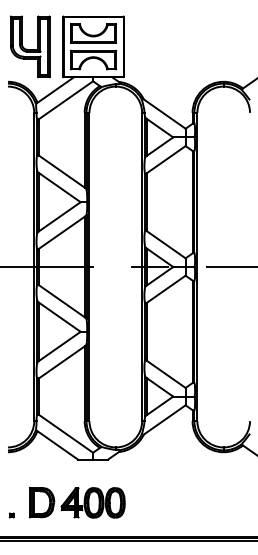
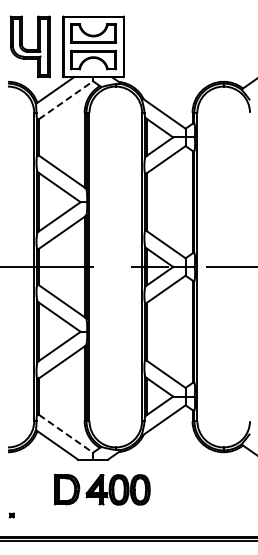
line at (66, 100): solid -> dashed
line at (66, 433): solid -> dashed
part at (77, 502) position: (77, 502) -> (102, 489)
